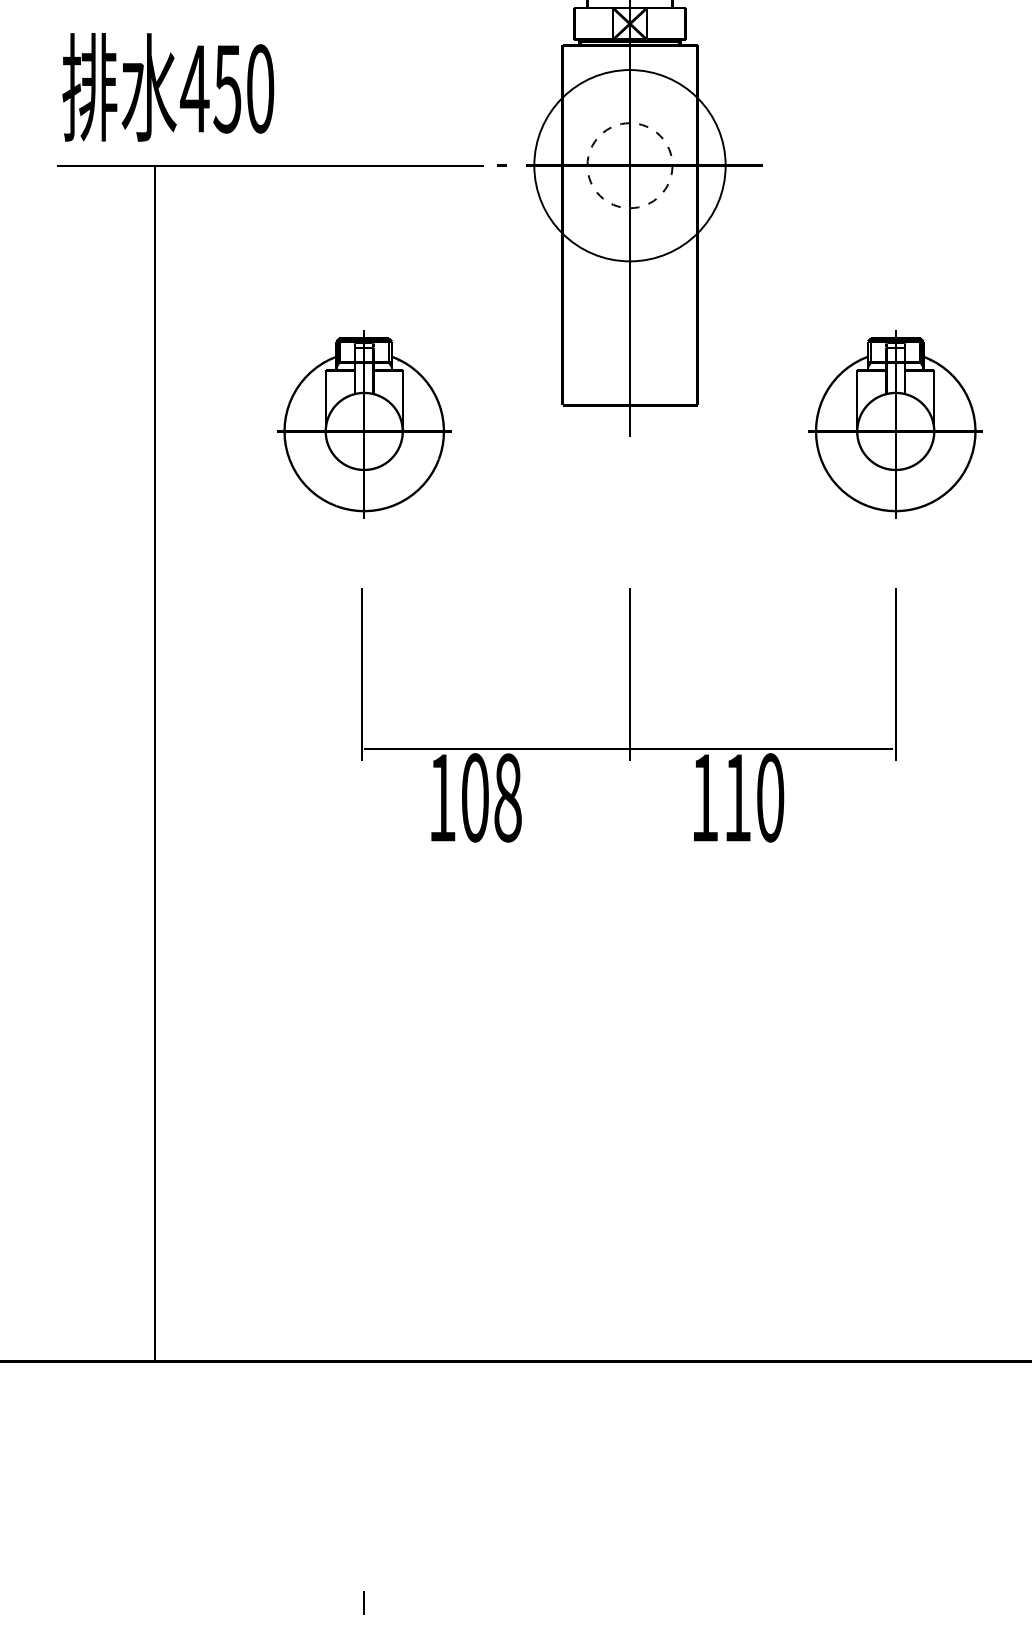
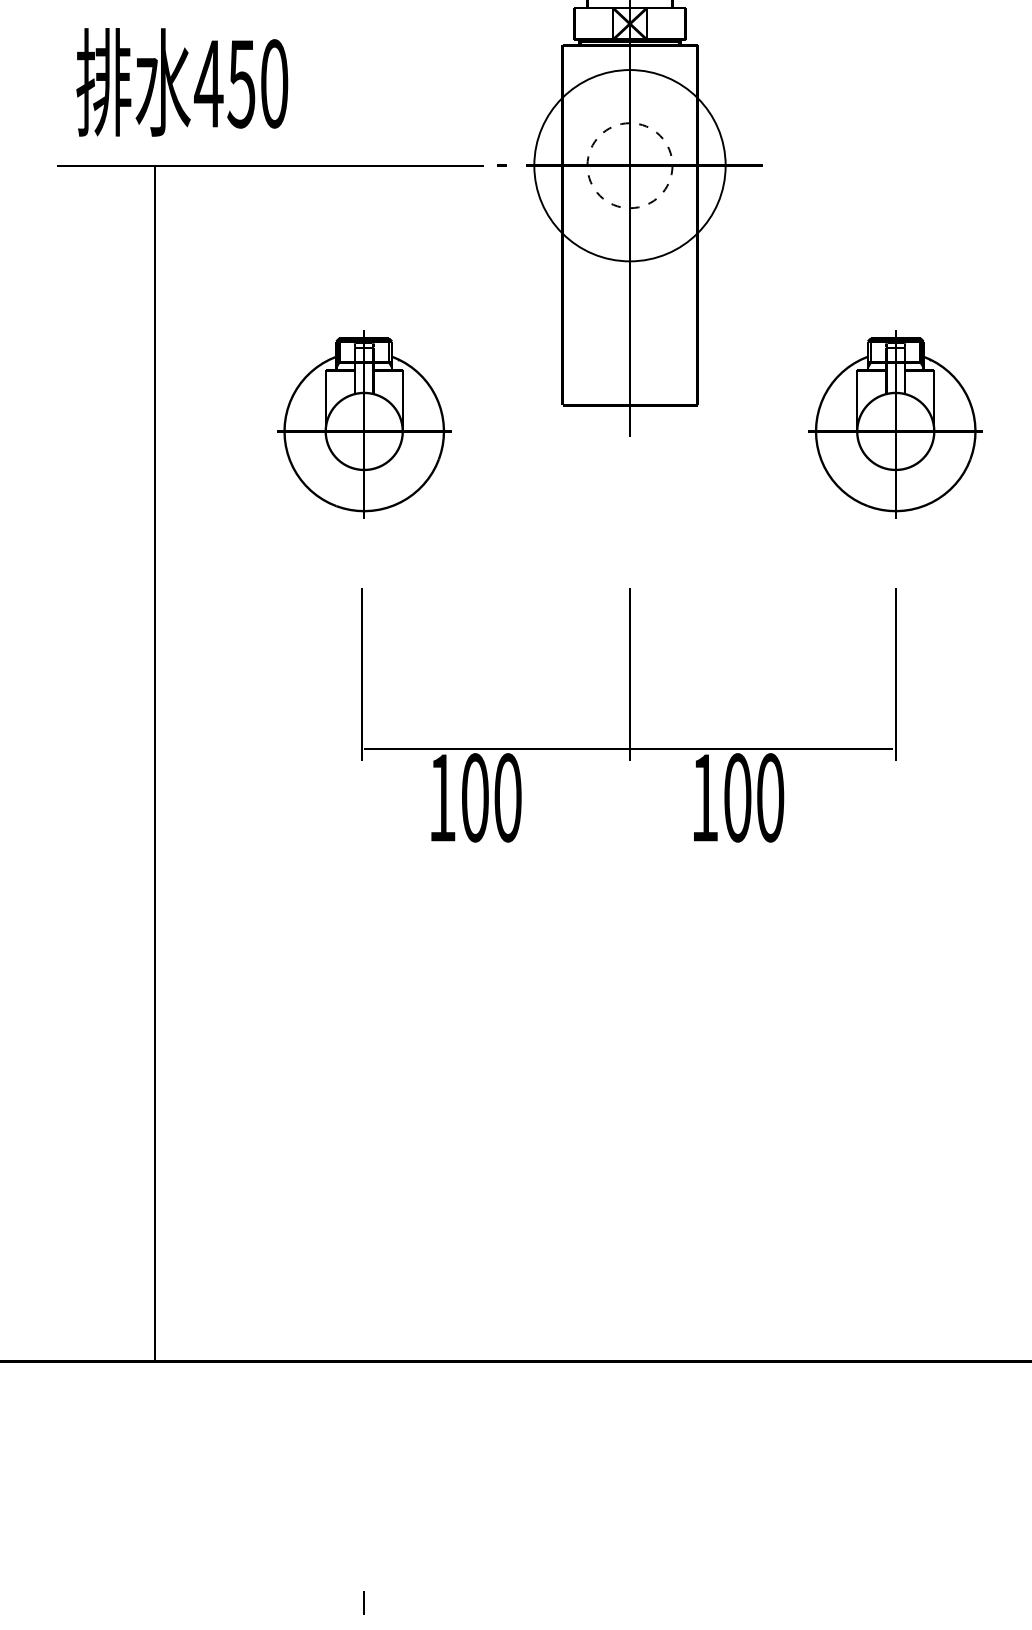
text at (168, 87) position: (168, 87) -> (182, 82)
text at (507, 797): 108 -> 100
text at (737, 797): 110 -> 100
